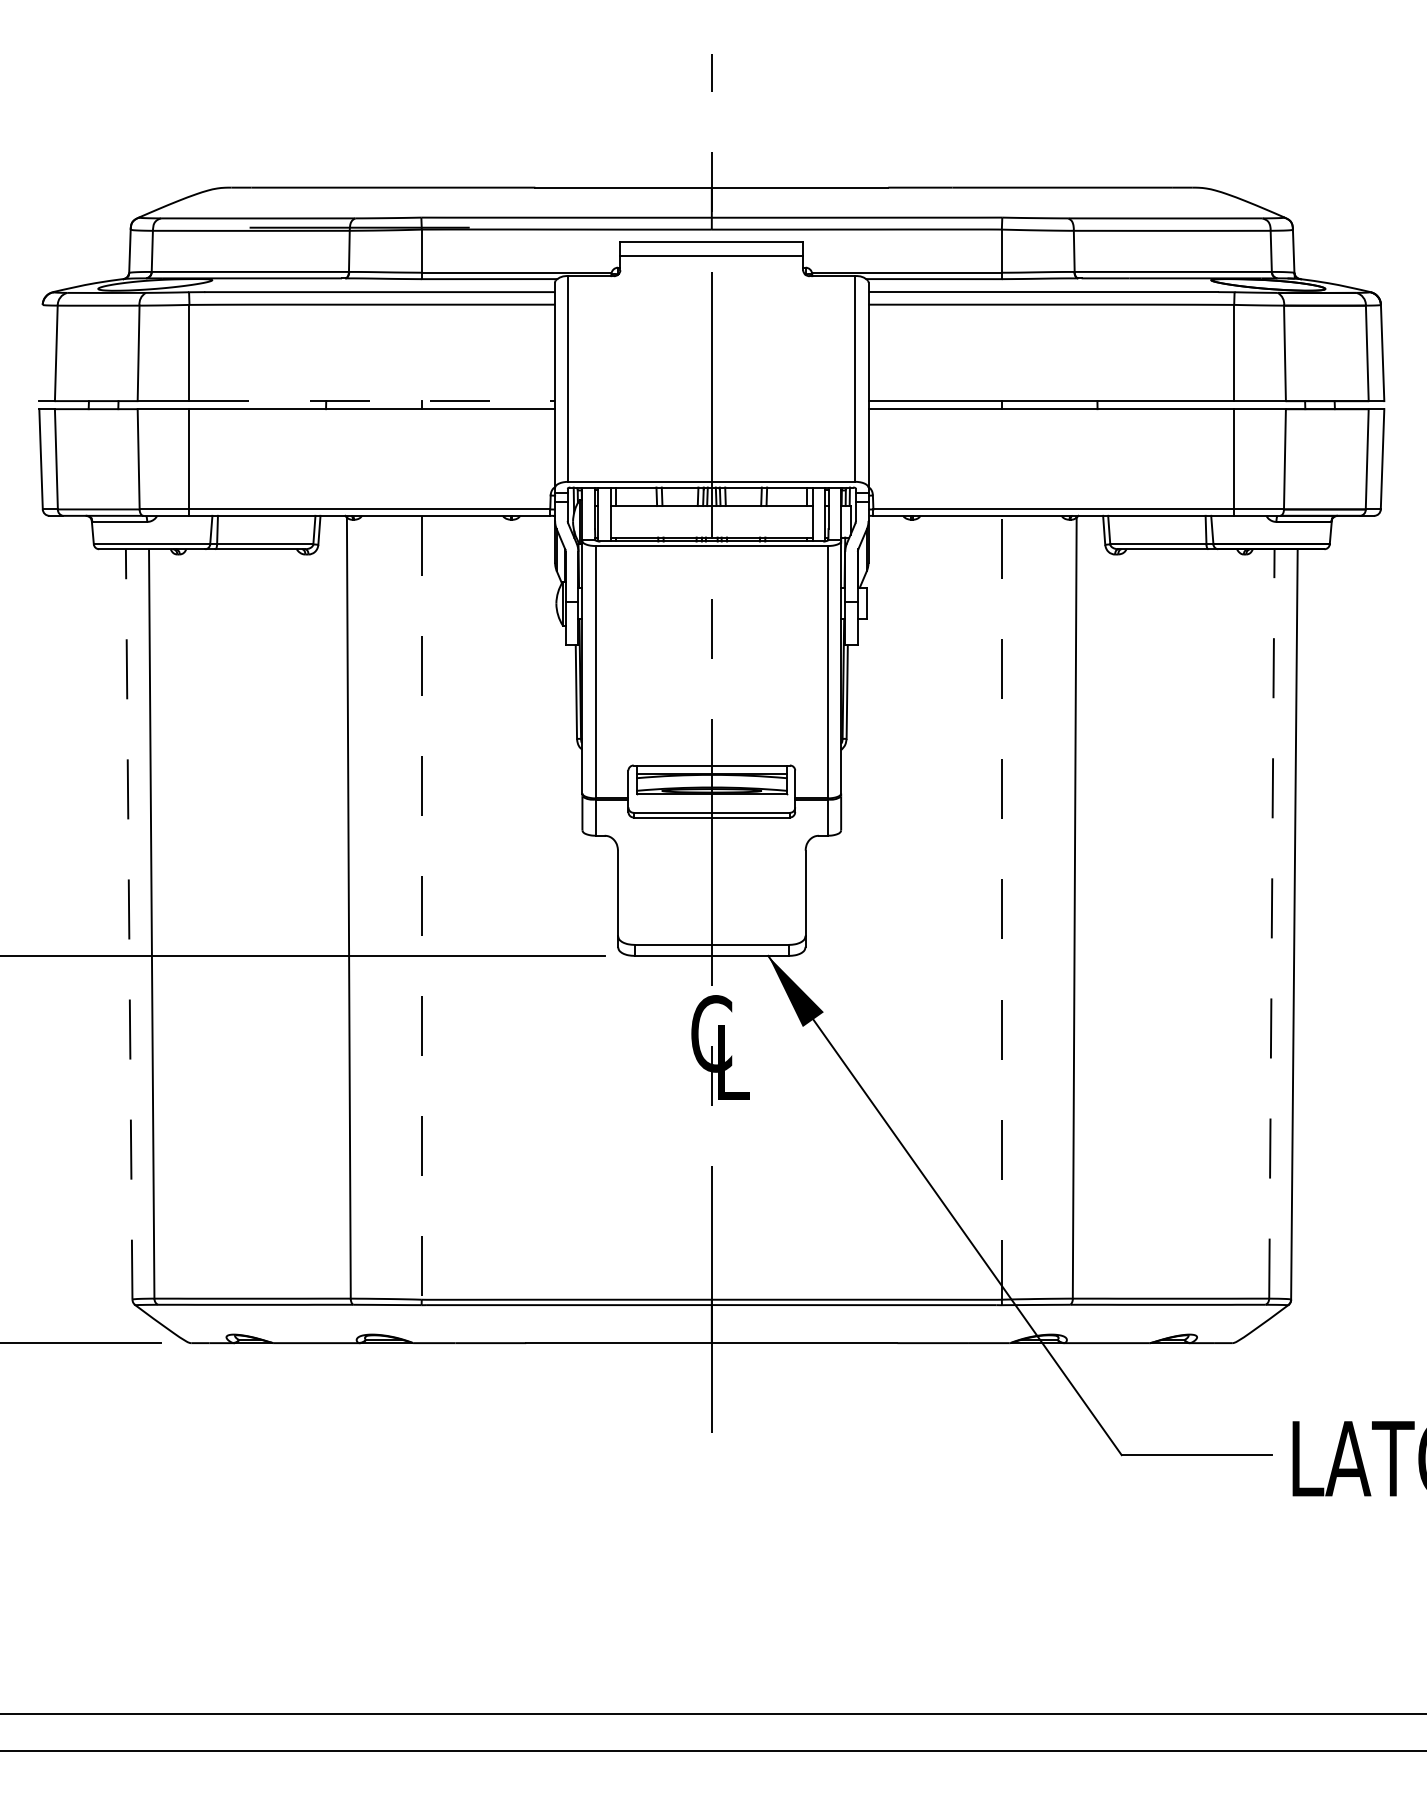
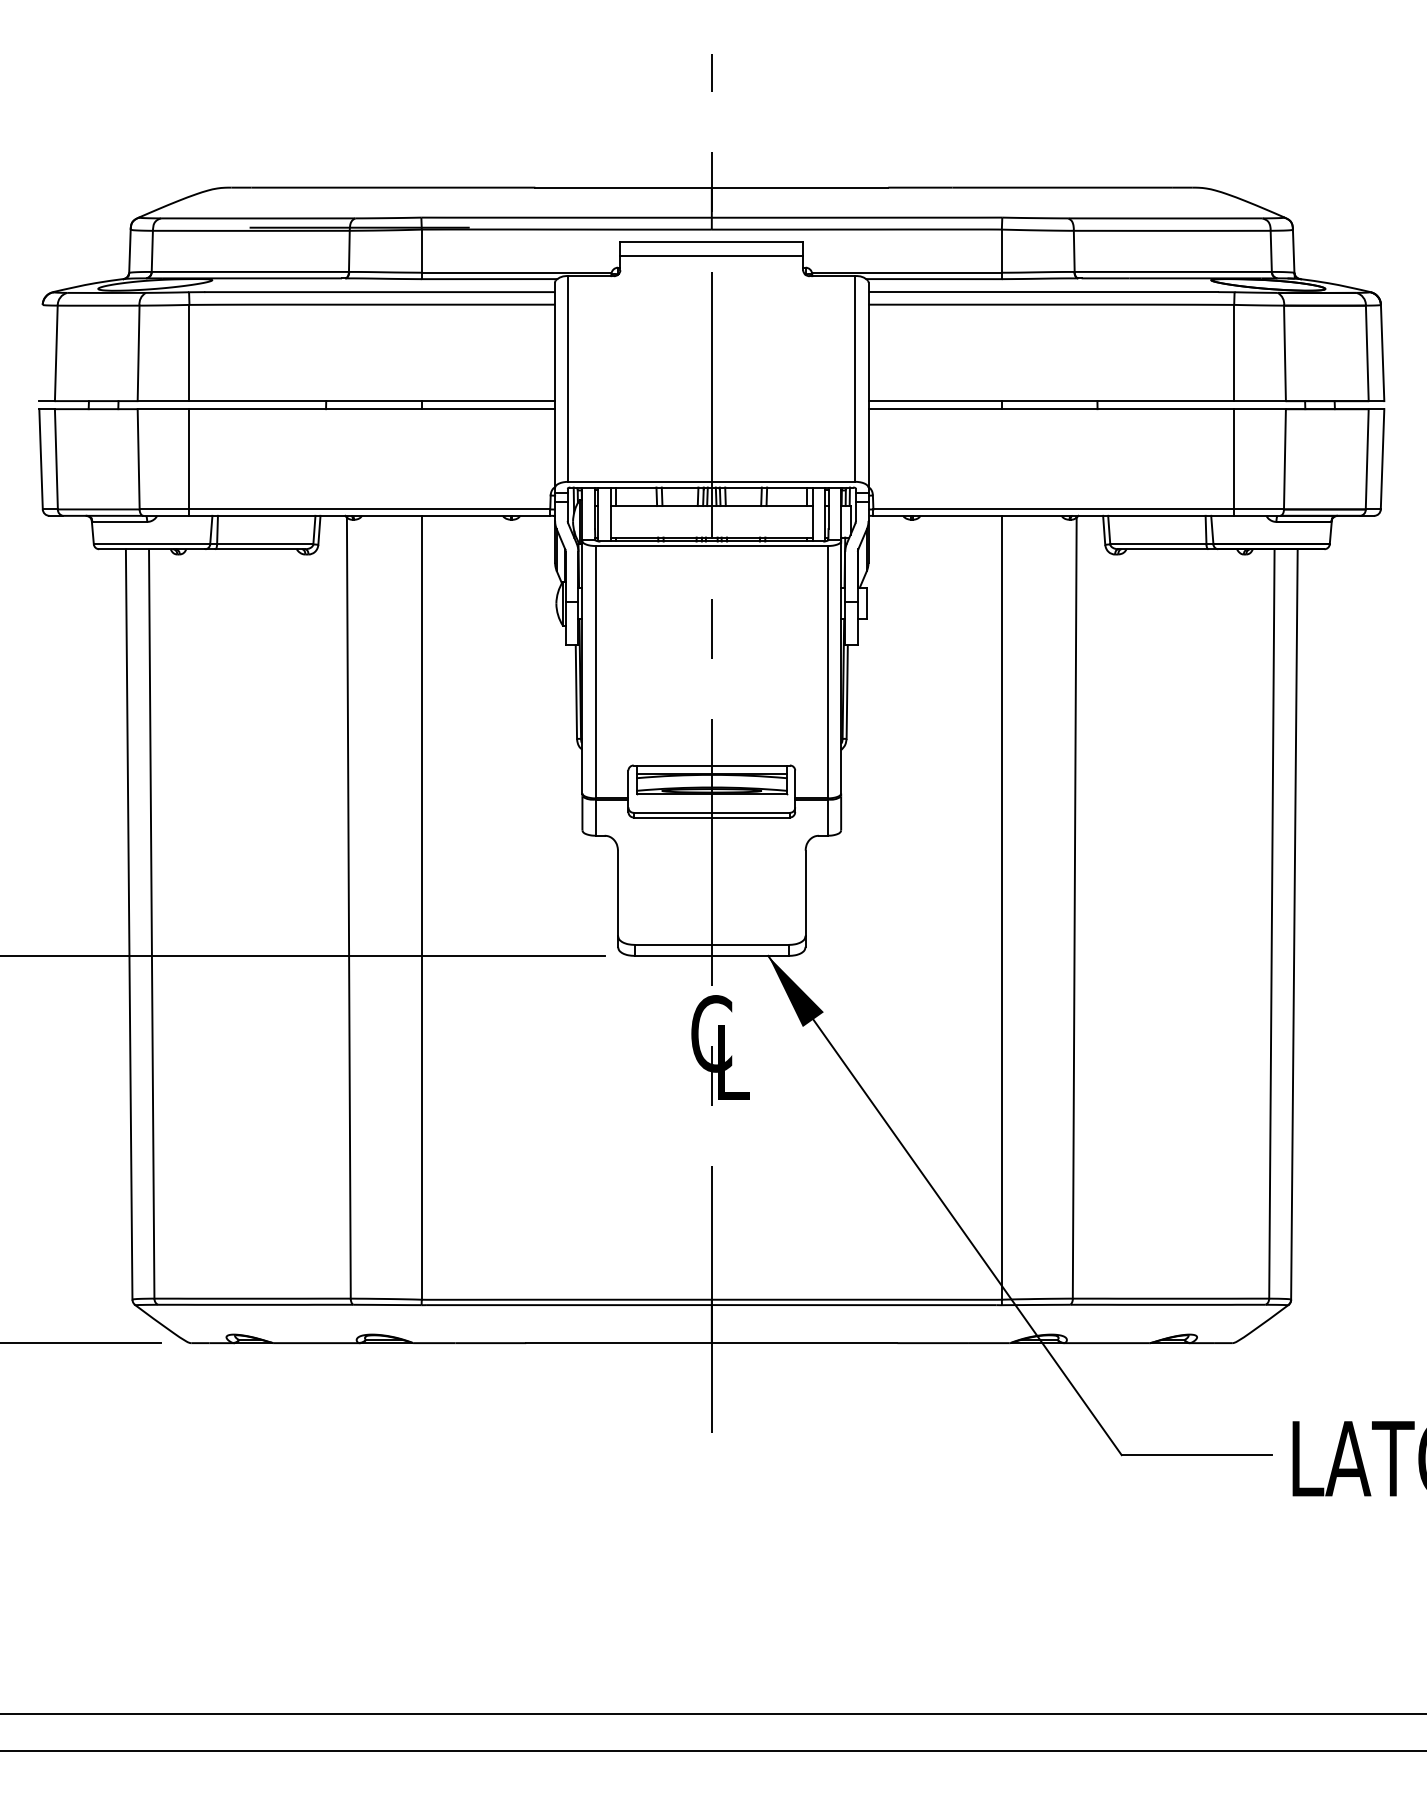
line at (372, 401): dashed -> solid
line at (421, 907): dashed -> solid
line at (1001, 907): dashed -> solid
line at (129, 923): dashed -> solid
line at (1271, 923): dashed -> solid
